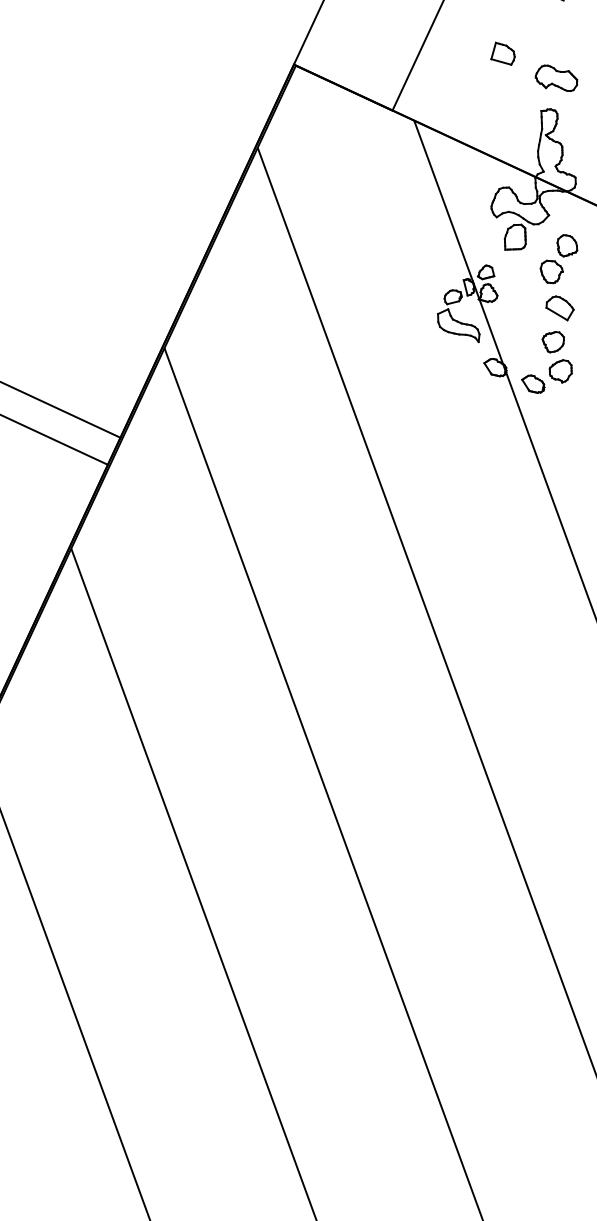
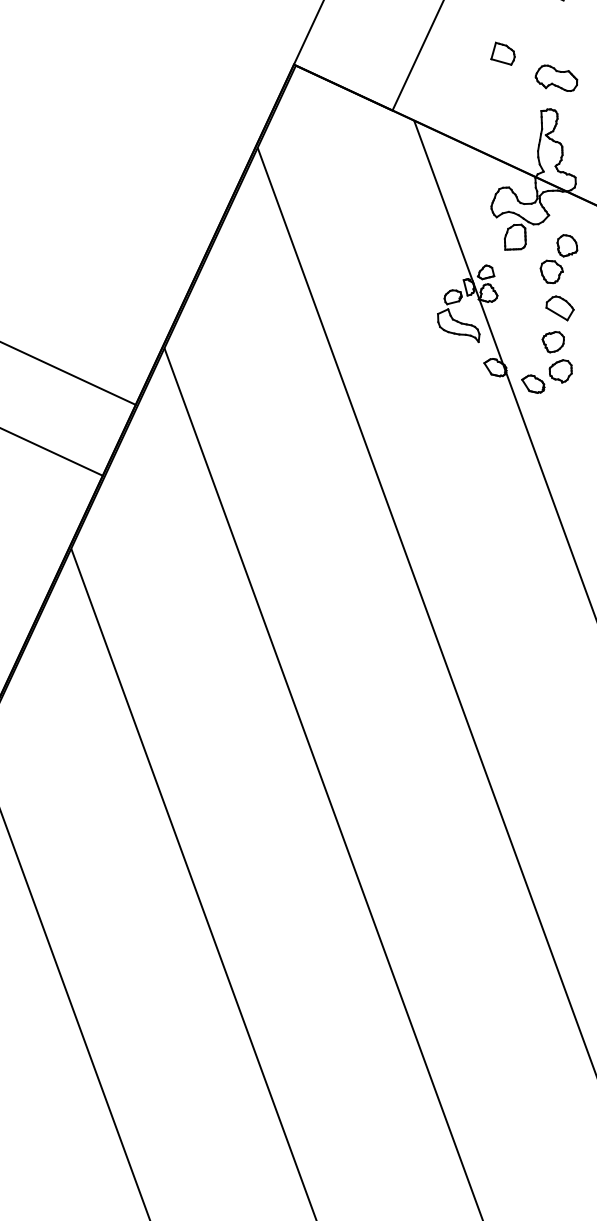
line at (61, 410) position: (61, 410) -> (68, 373)
line at (54, 439) position: (54, 439) -> (52, 451)
